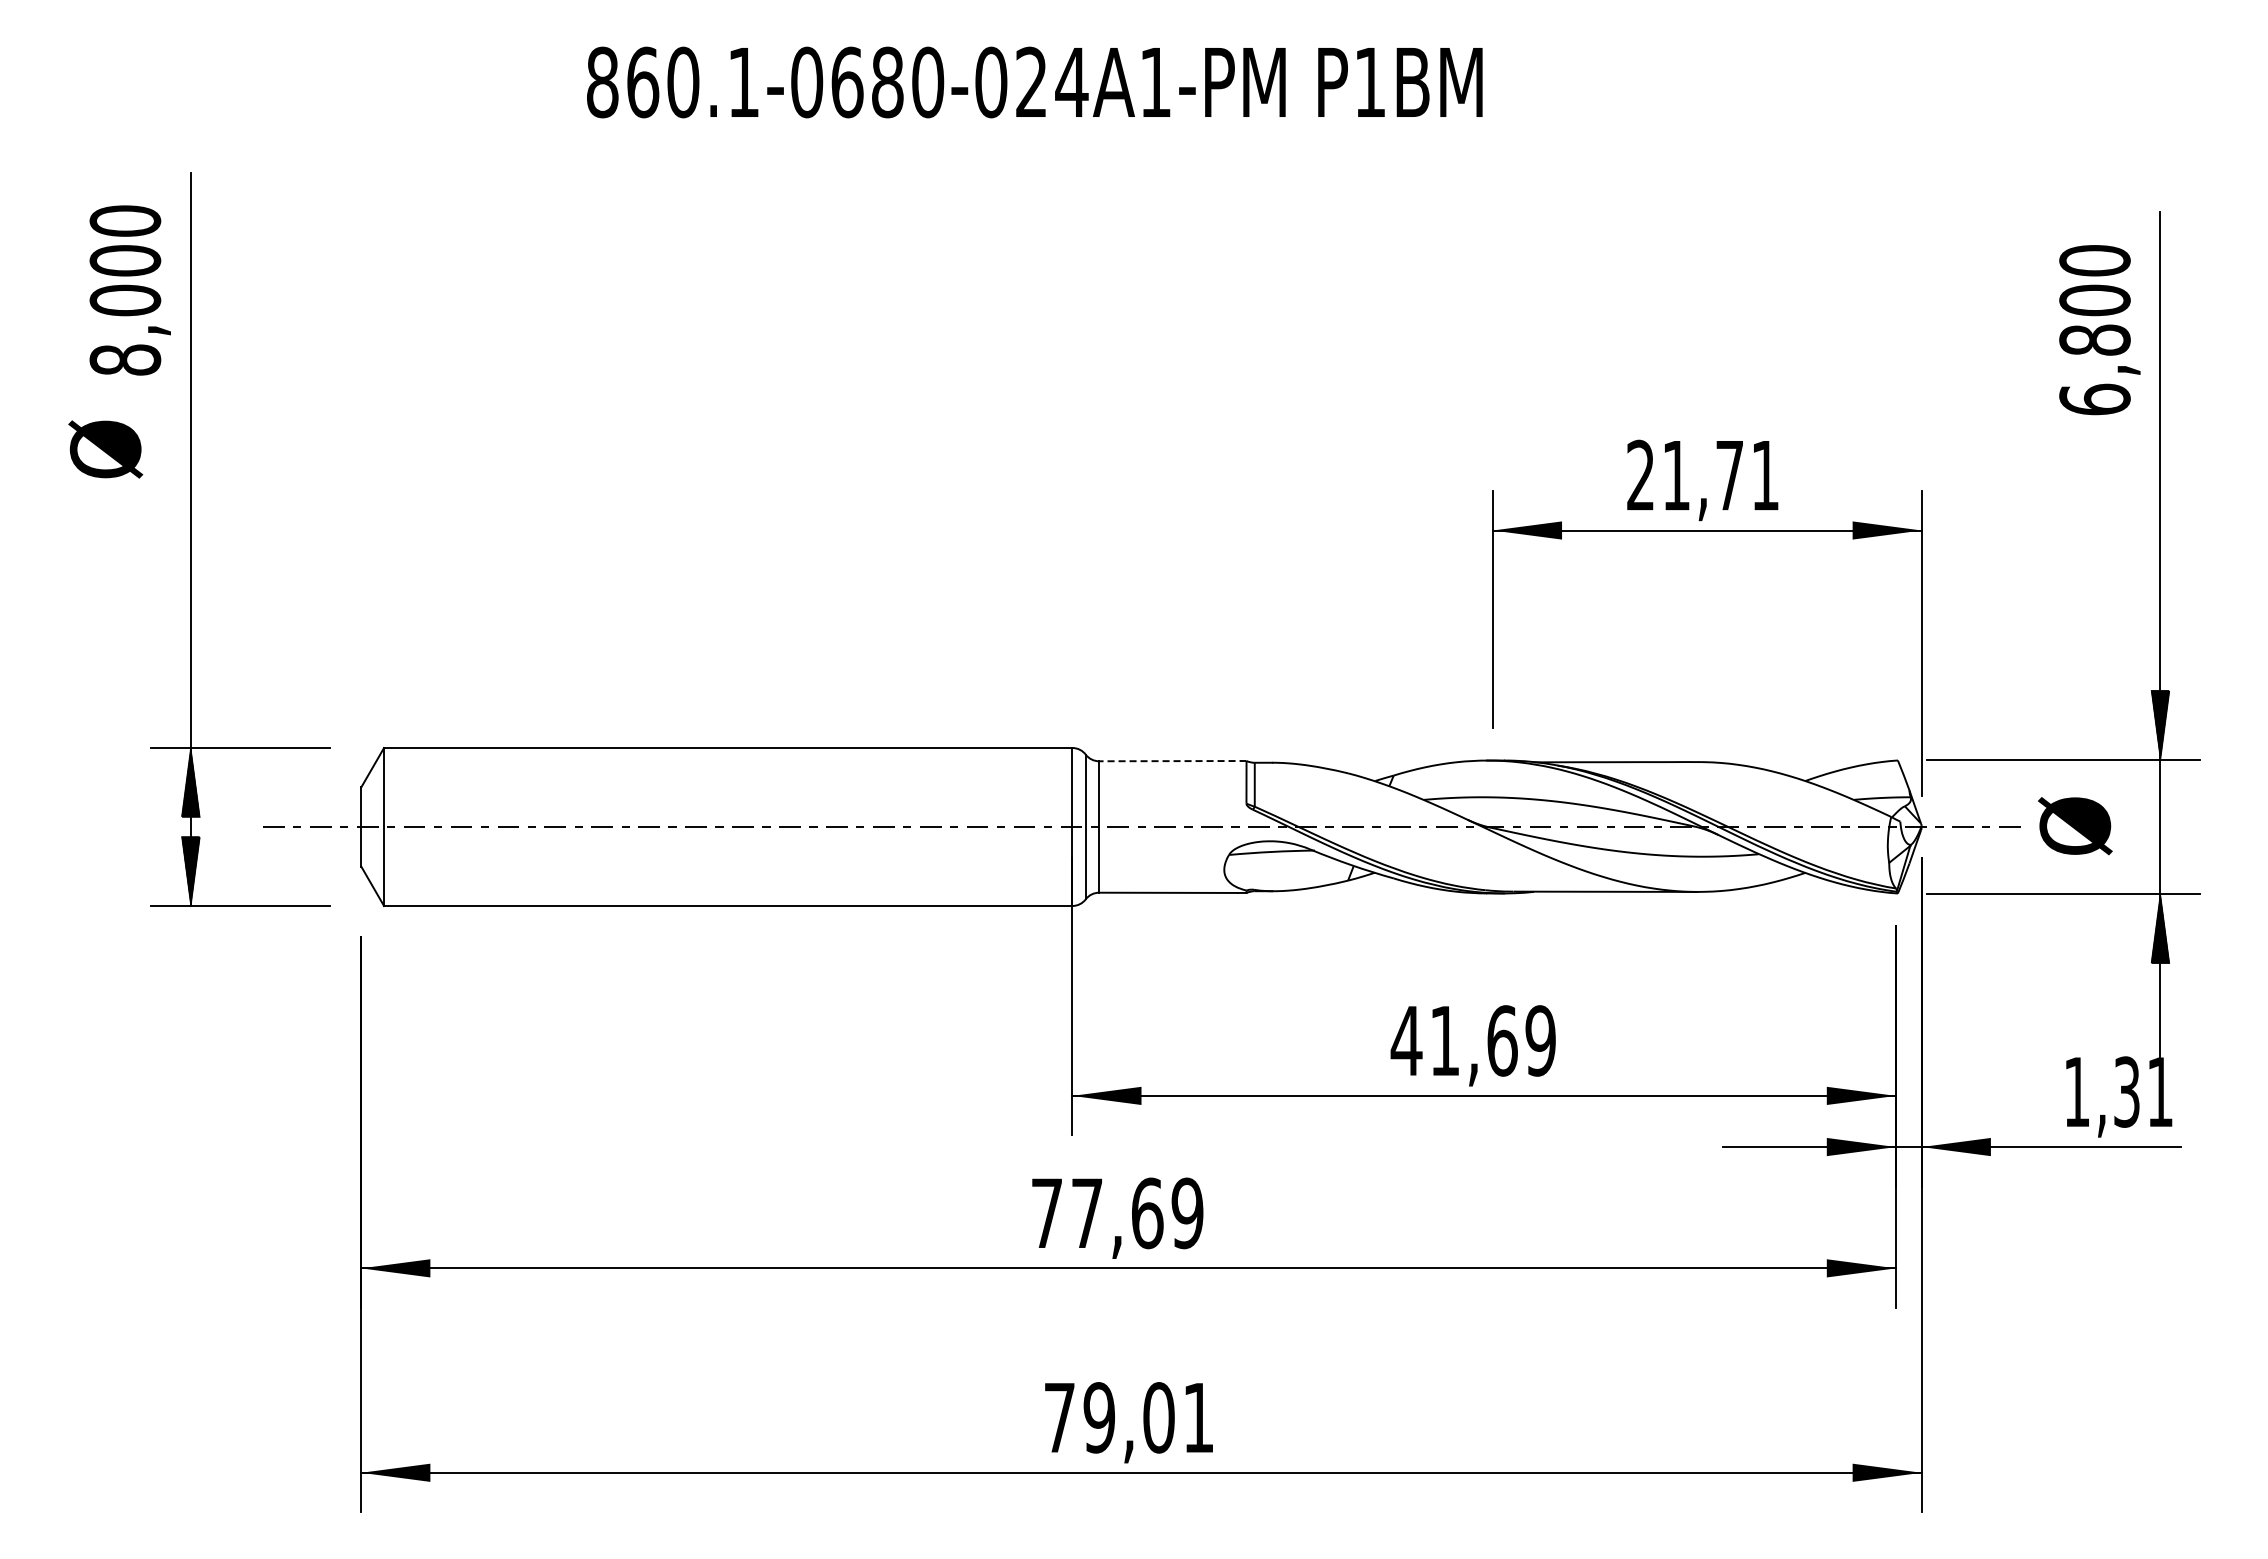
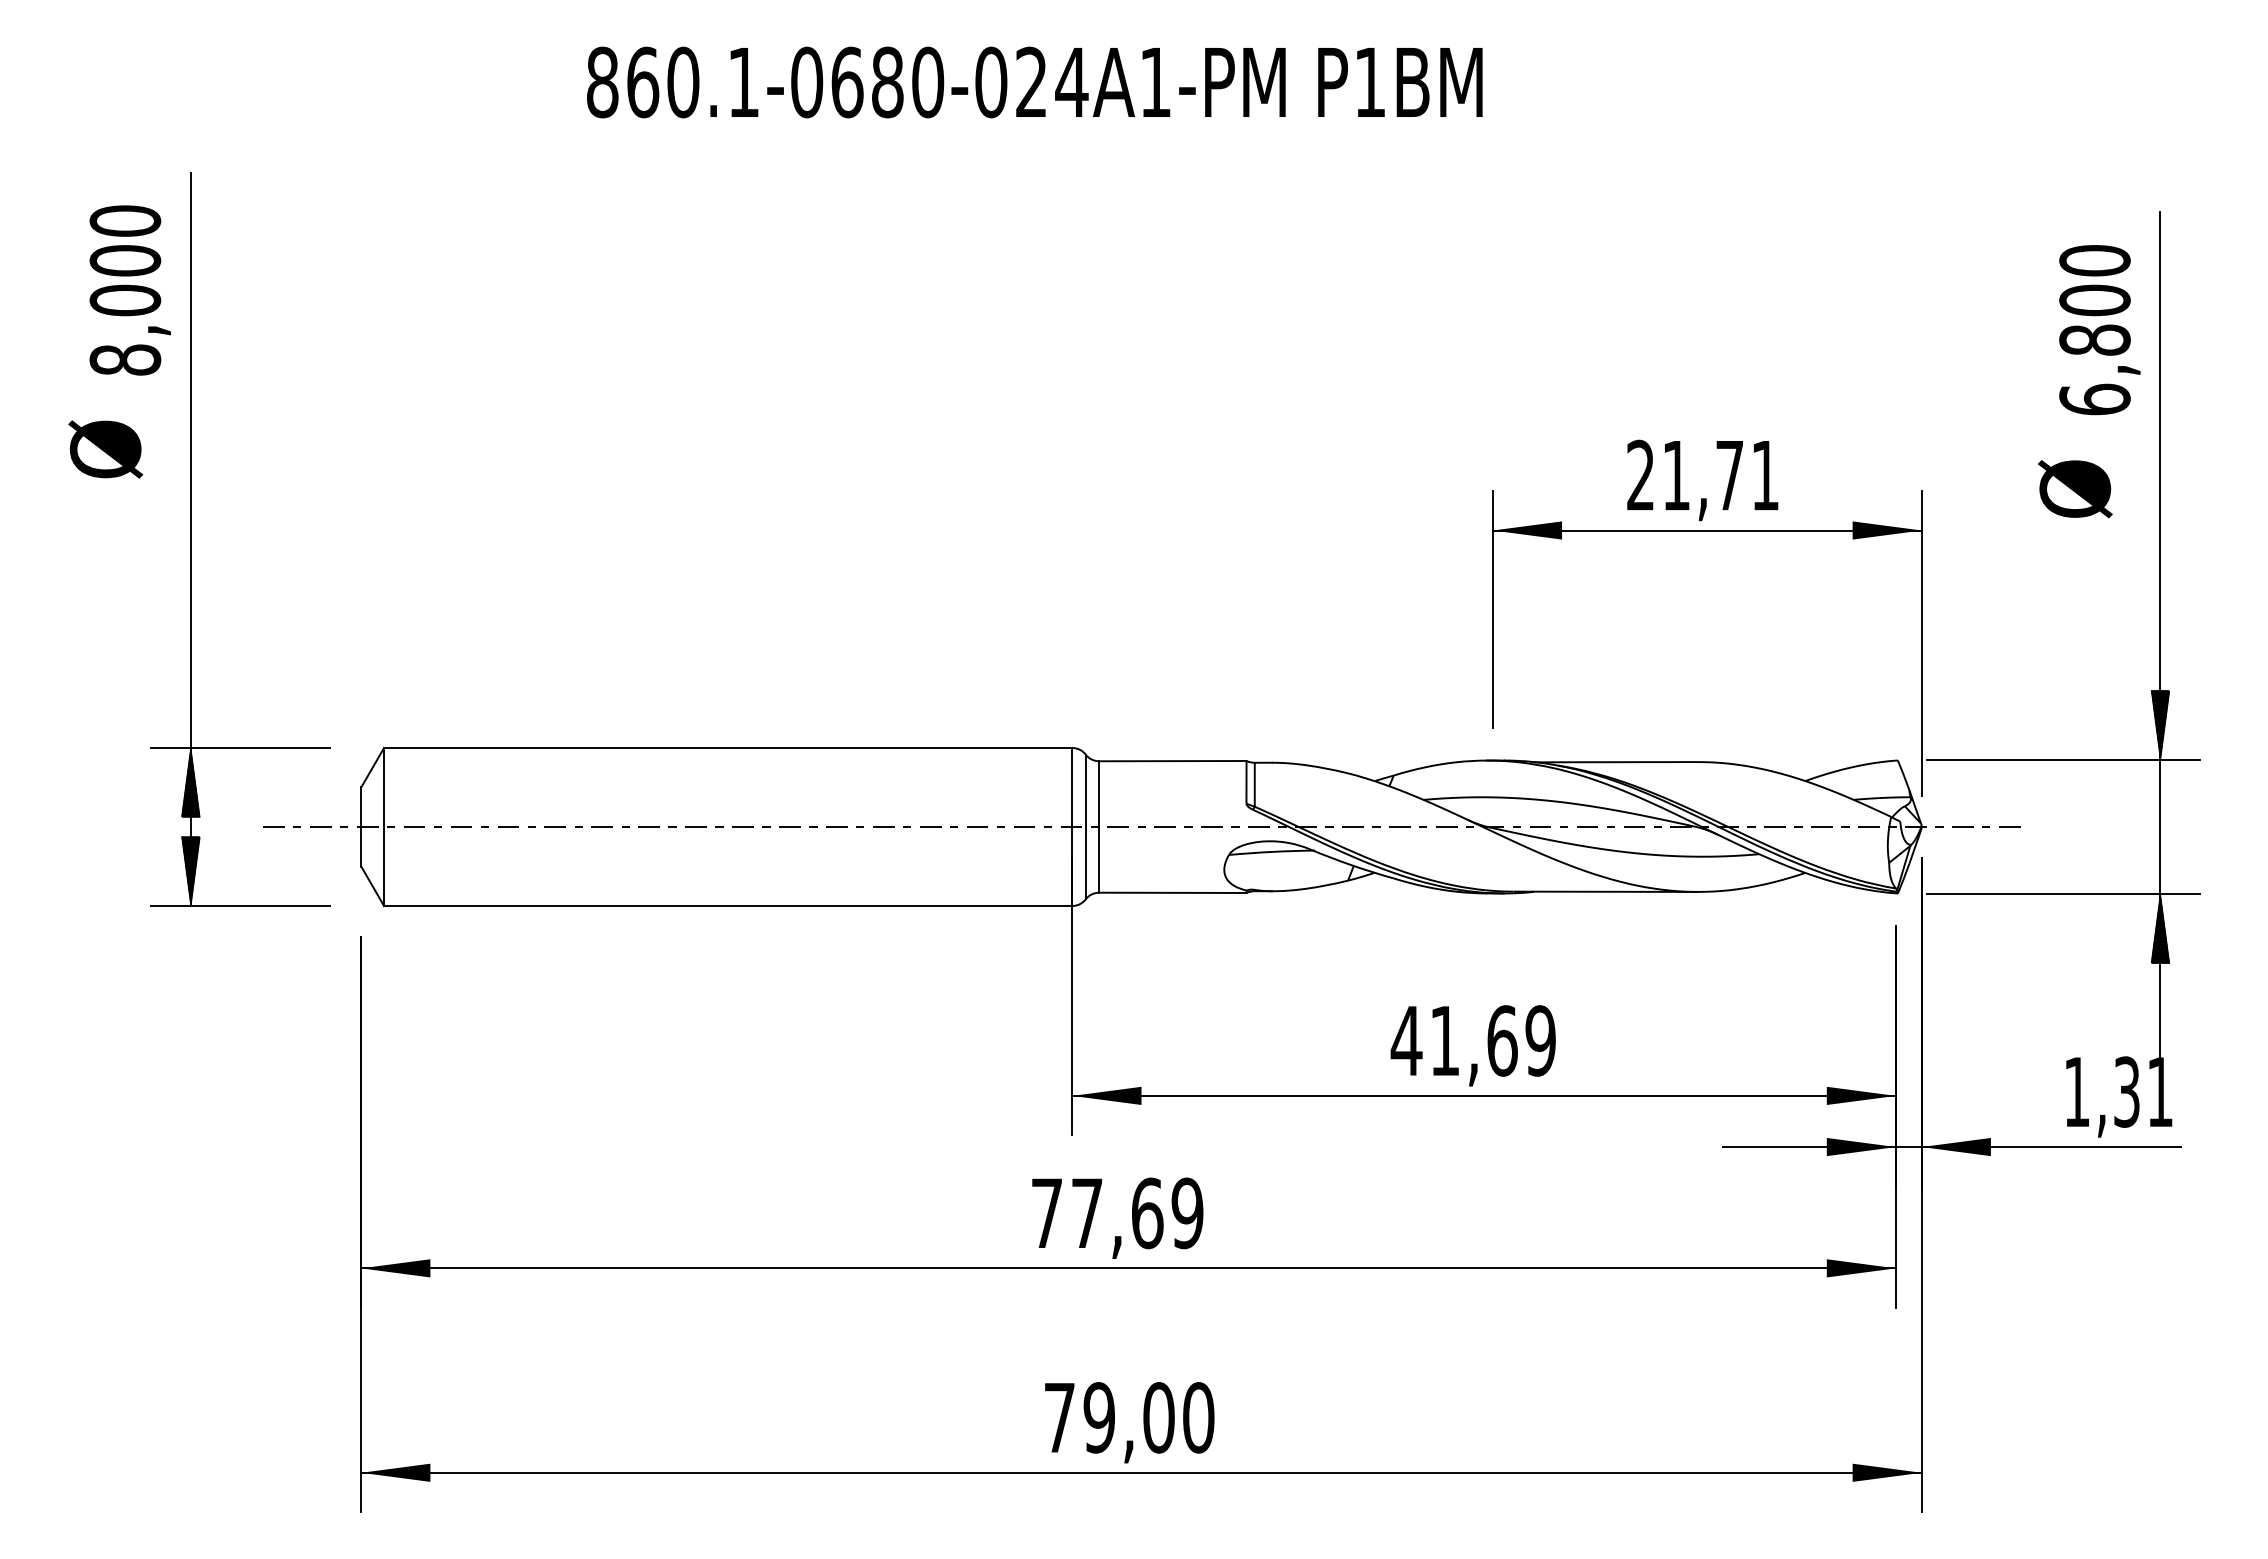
line at (1172, 761): dashed -> solid
text at (2075, 826) position: (2075, 826) -> (2075, 489)
text at (1198, 1417): 79,01 -> 79,00
